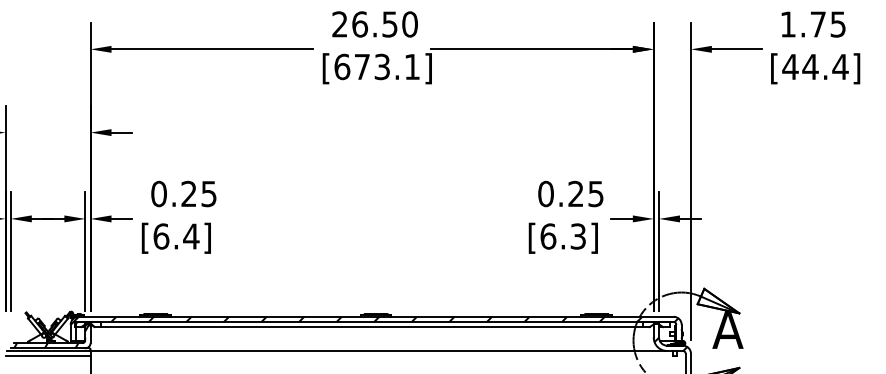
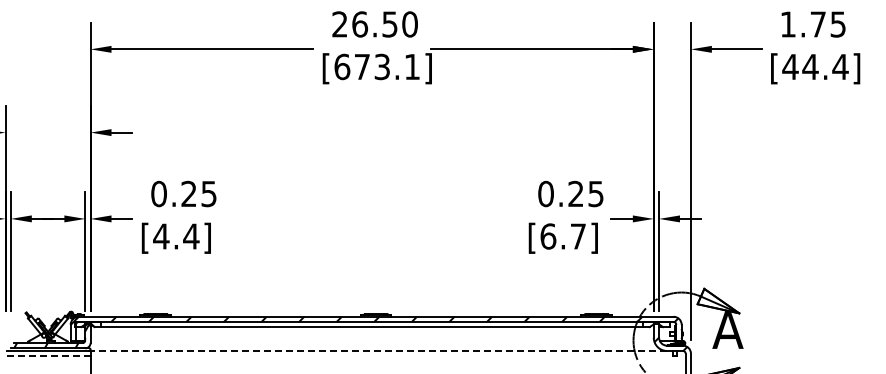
text at (161, 236): [6.4] -> [4.4]
text at (577, 236): [6.3] -> [6.7]
line at (378, 350): solid -> dashed
line at (48, 356): solid -> dashed
